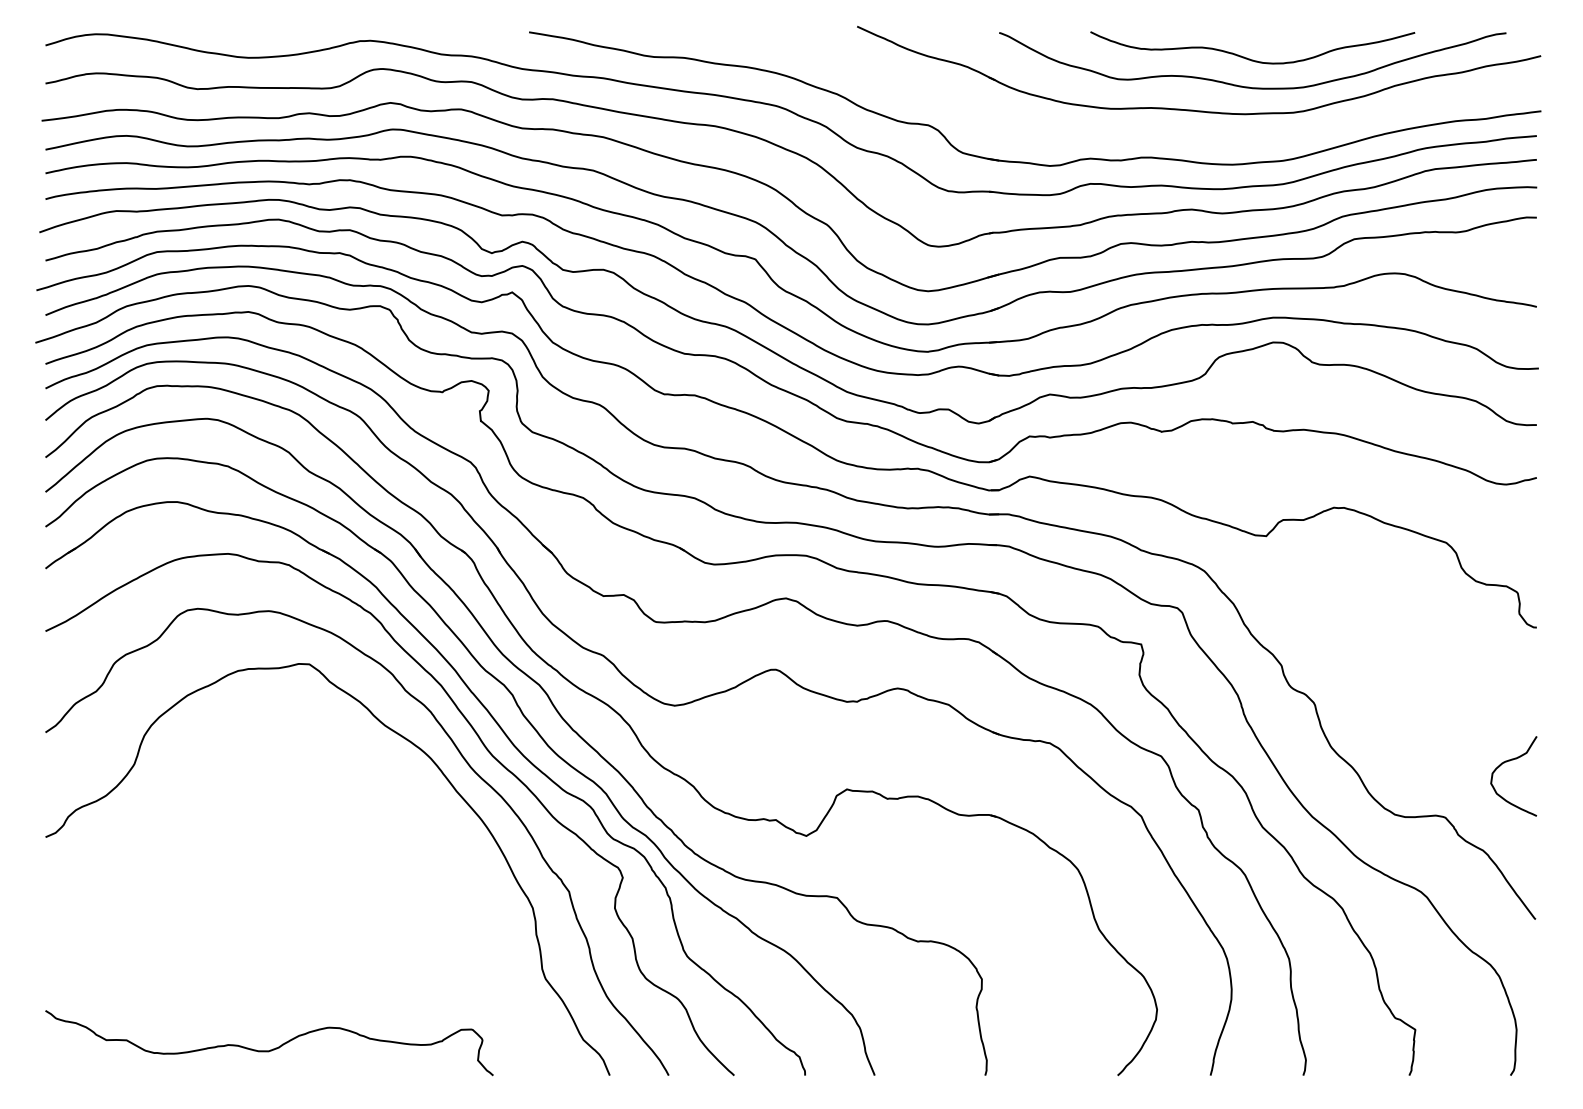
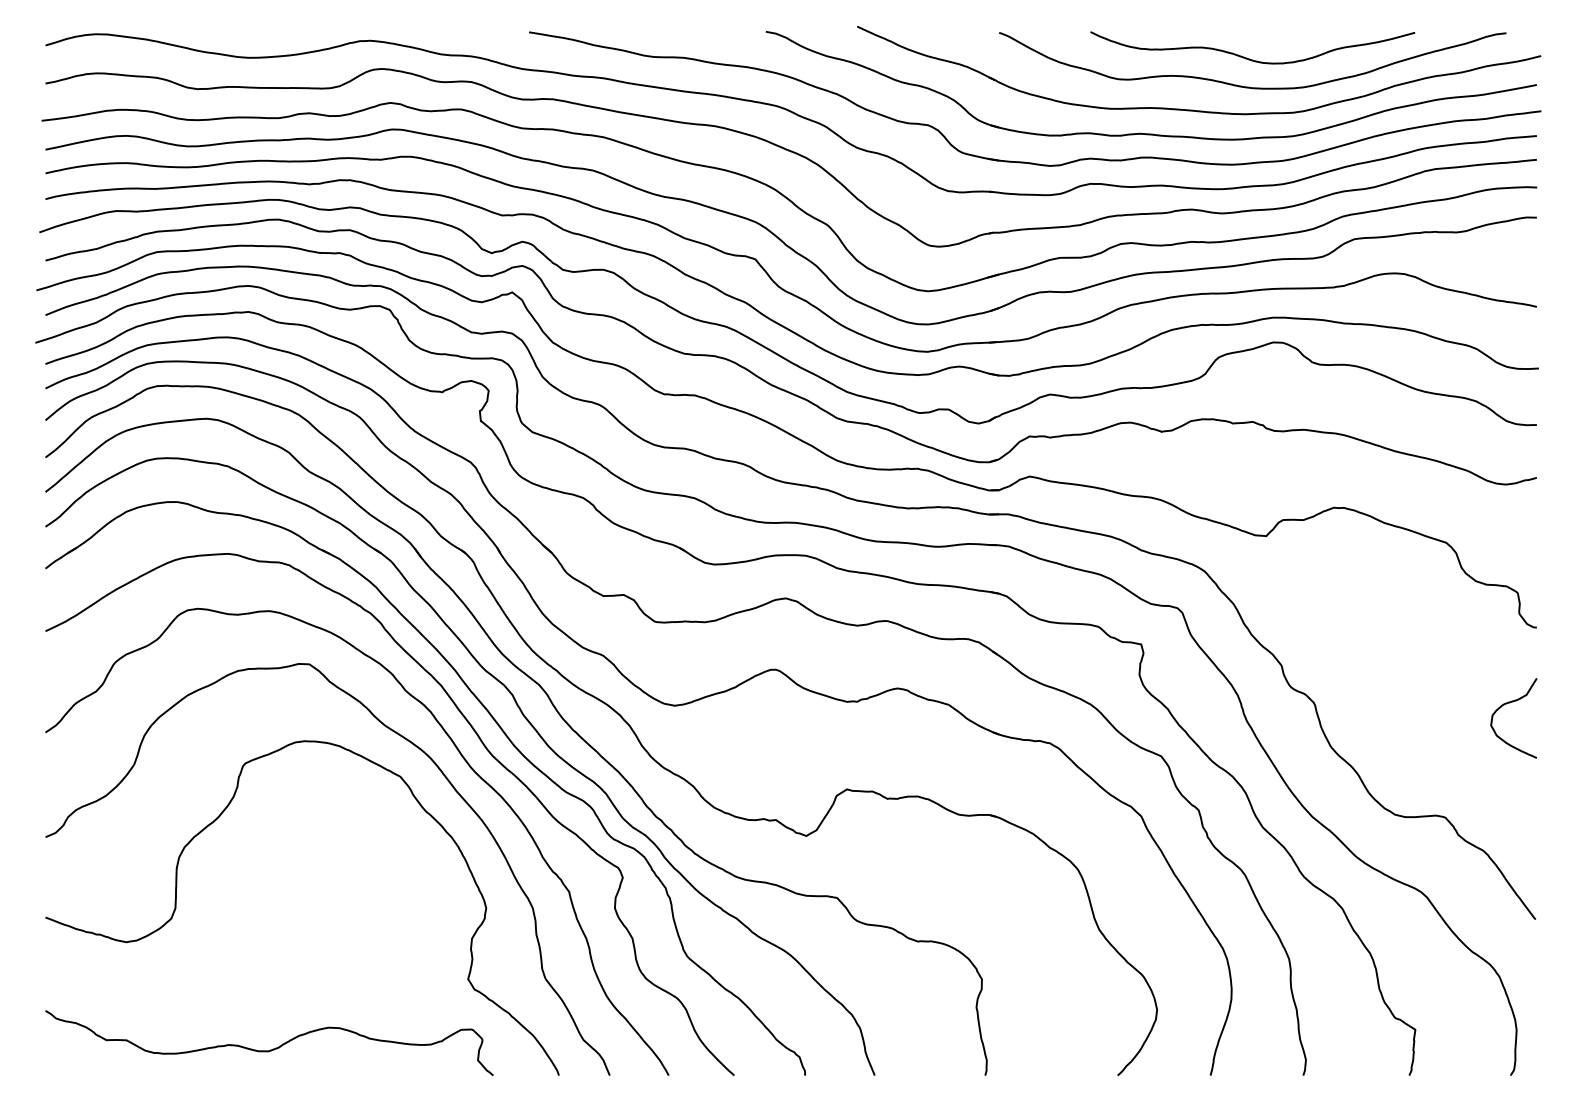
part at (1150, 133): none -> present
curve at (1510, 761) position: (1510, 761) -> (1510, 703)
curve at (216, 820): none -> present
